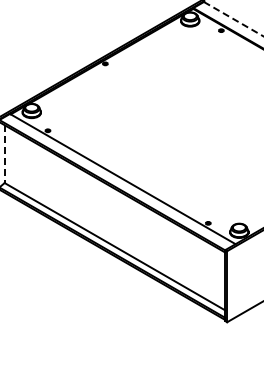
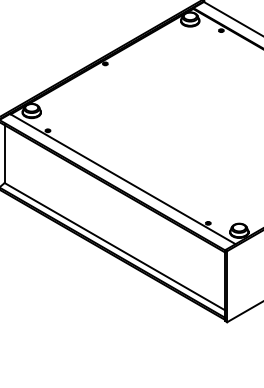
line at (234, 19): dashed -> solid
line at (4, 154): dashed -> solid
